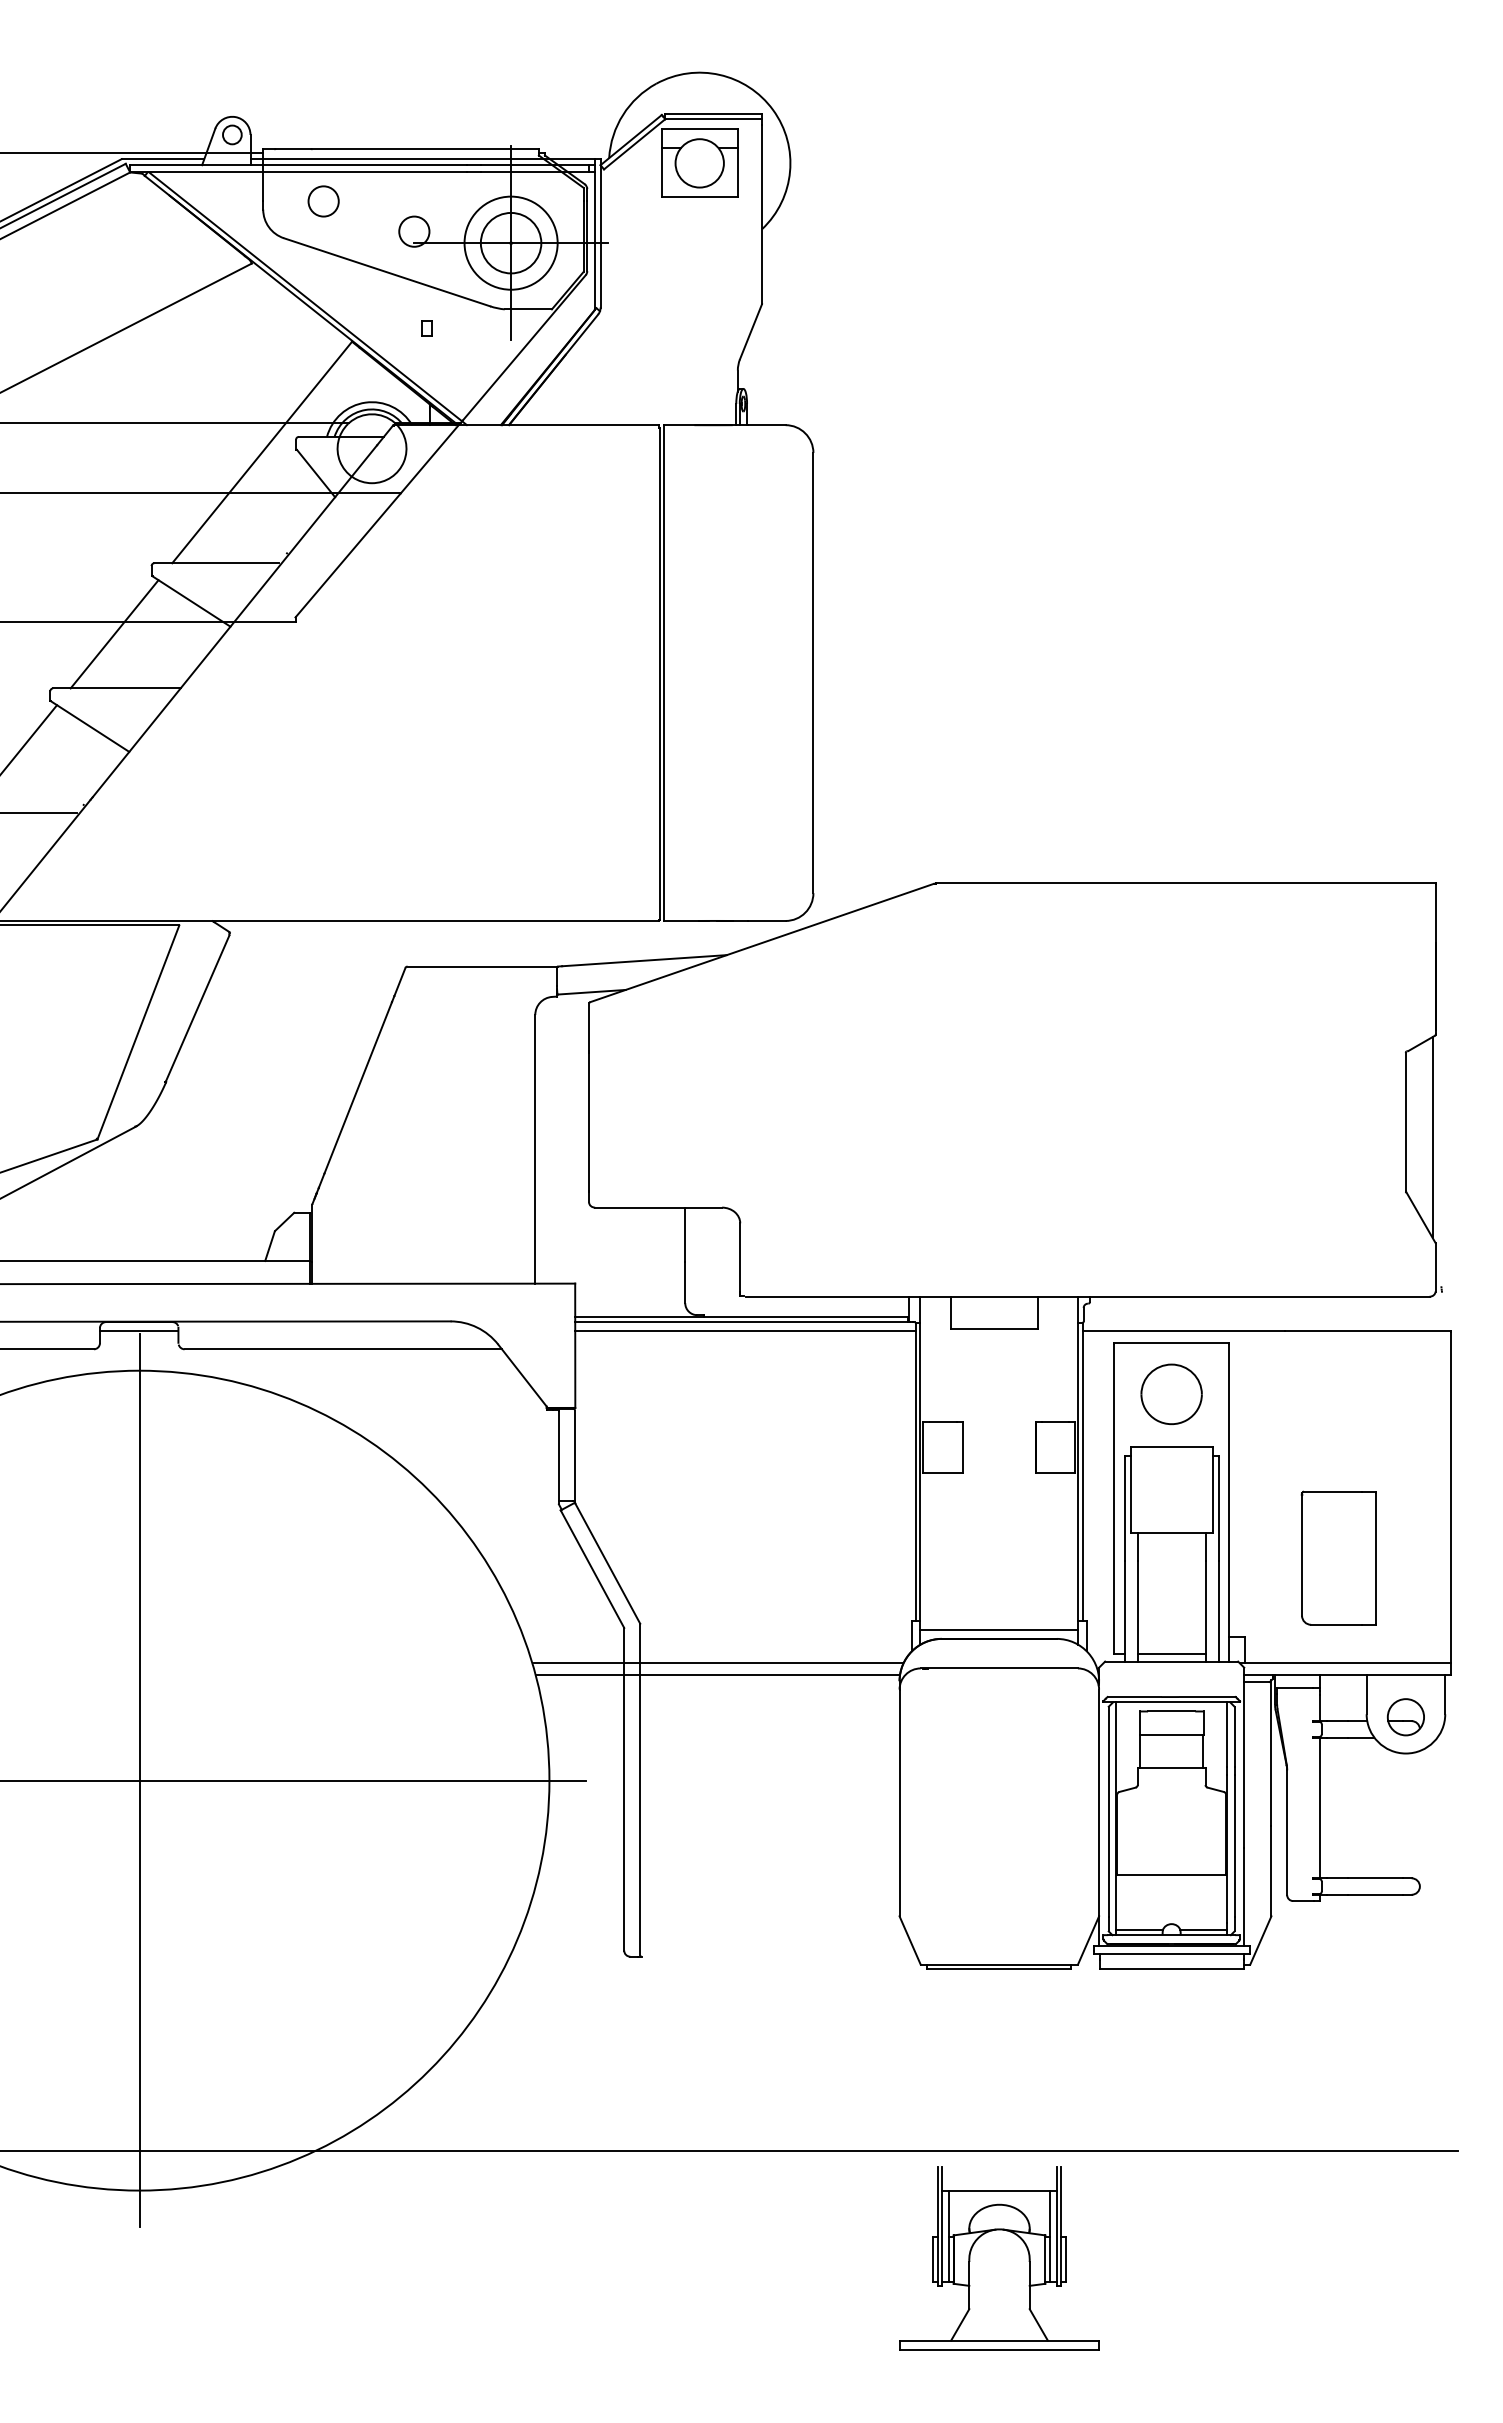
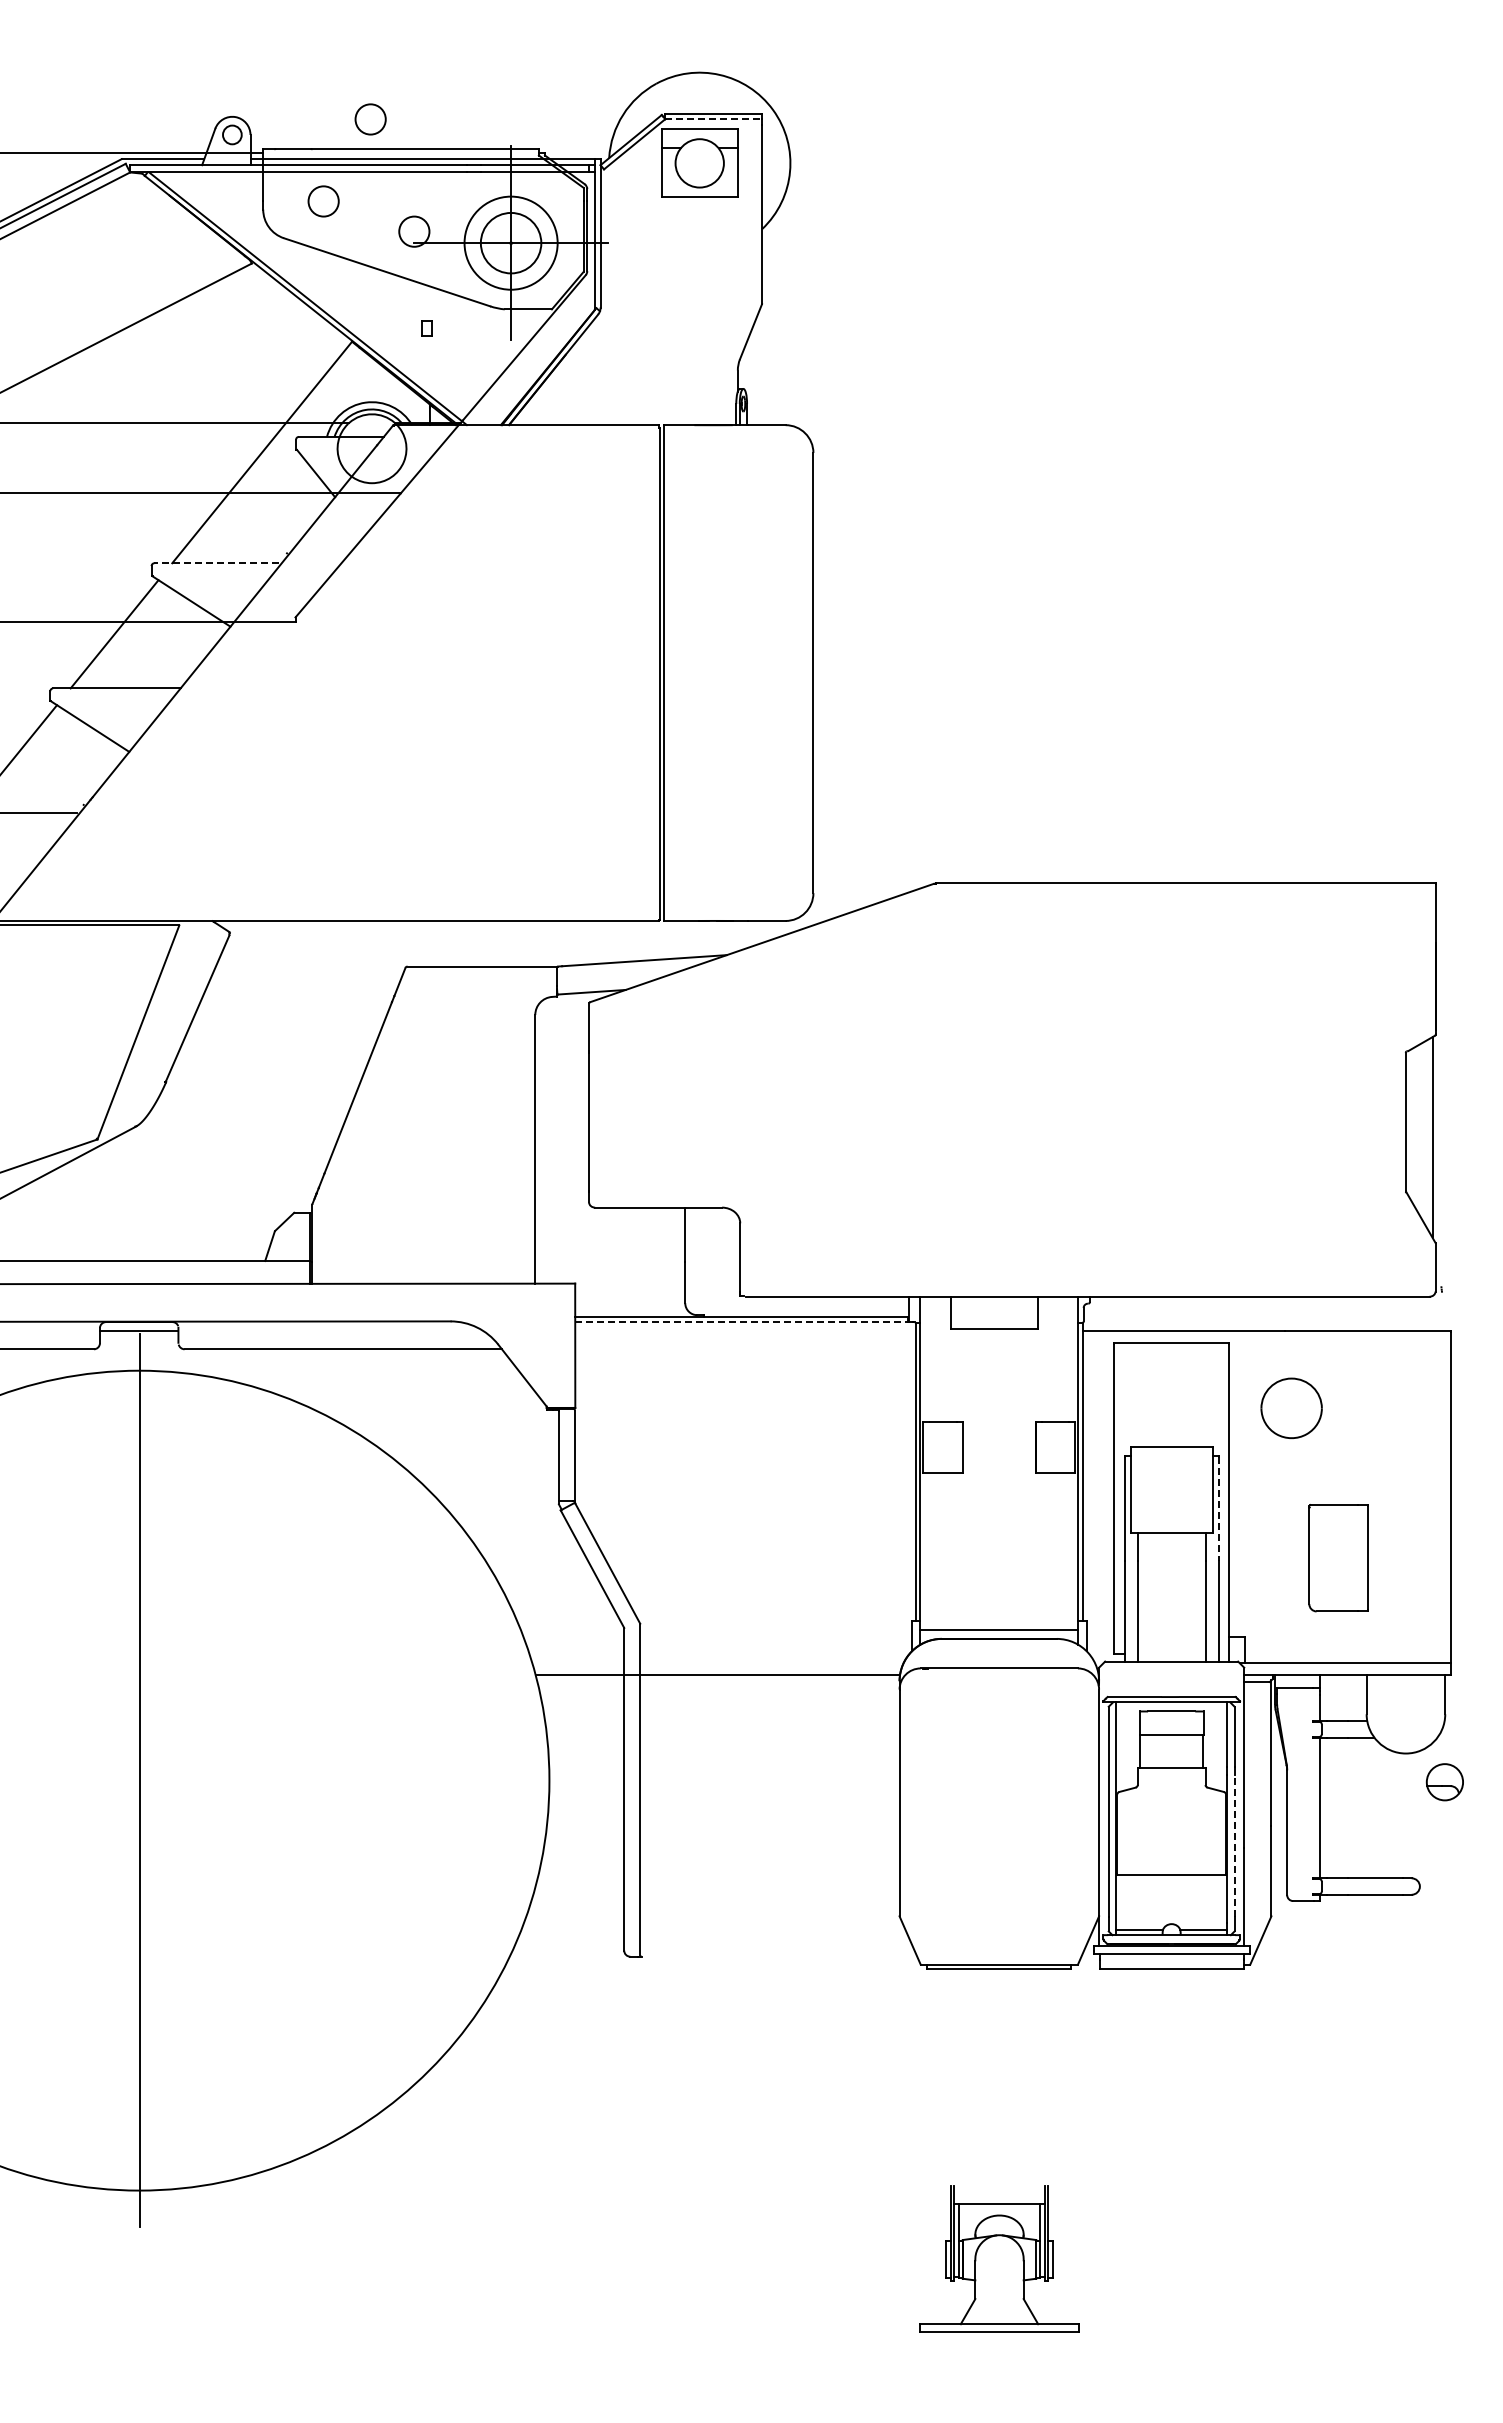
circle at (370, 119): none -> present
line at (714, 119): solid -> dashed
line at (216, 563): solid -> dashed
line at (743, 1322): solid -> dashed
line at (745, 1330): present -> none
part at (1171, 1393) position: (1171, 1393) -> (1291, 1407)
line at (1218, 1509): solid -> dashed
part at (1338, 1557) size: 77x136 px -> 61x109 px
line at (1171, 1653): present -> none
line at (718, 1663): present -> none
part at (1405, 1717) position: (1405, 1717) -> (1444, 1782)
line at (293, 1780): present -> none
line at (1234, 1845): solid -> dashed
line at (730, 2150): present -> none
part at (999, 2258) size: 201x185 px -> 161x148 px
